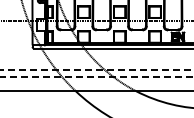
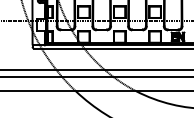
line at (96, 70): dashed -> solid
line at (96, 77): dashed -> solid
